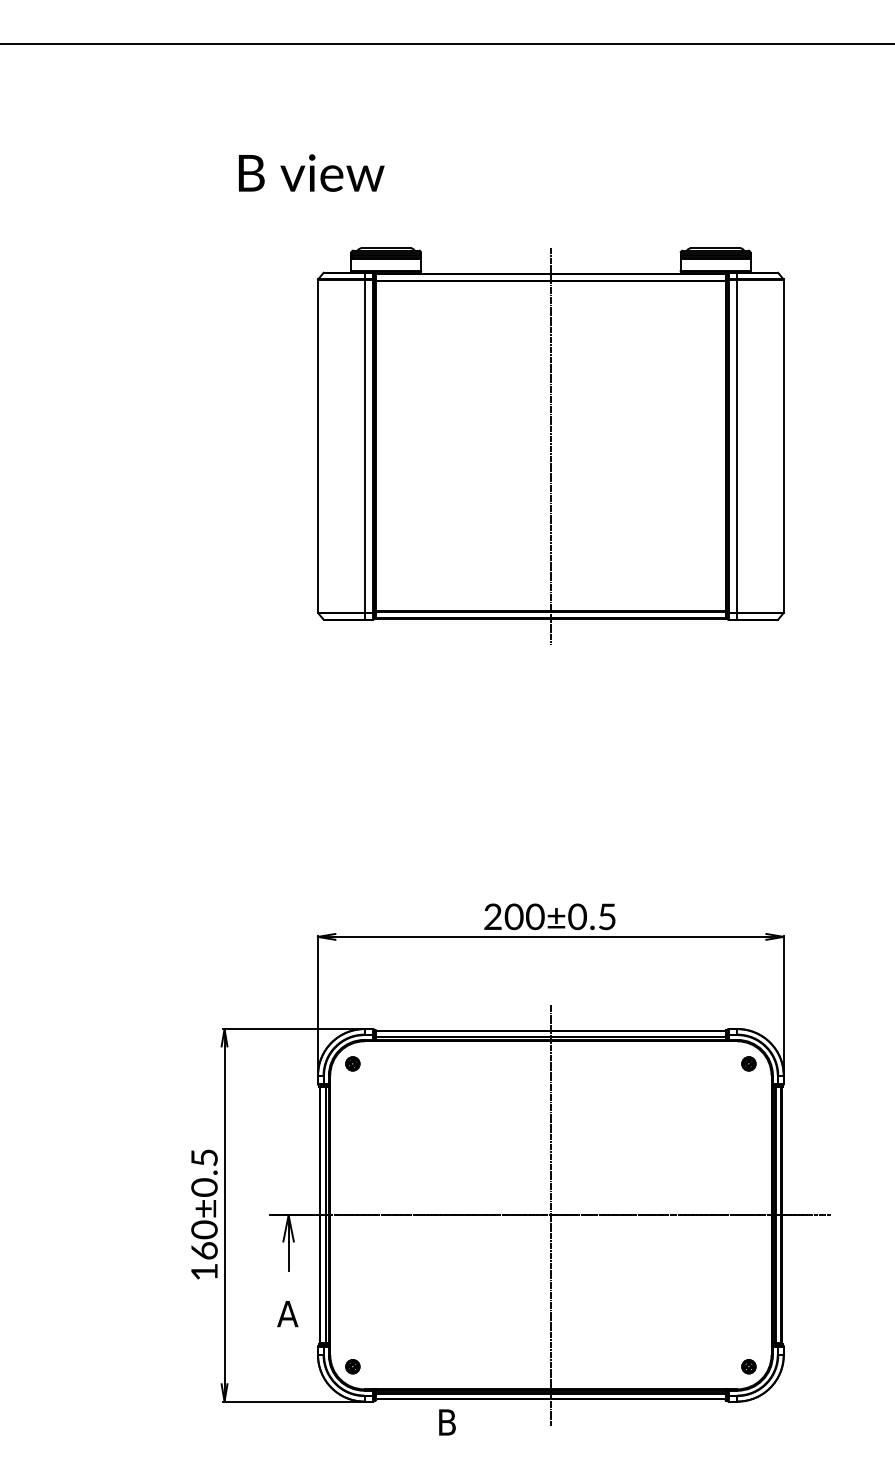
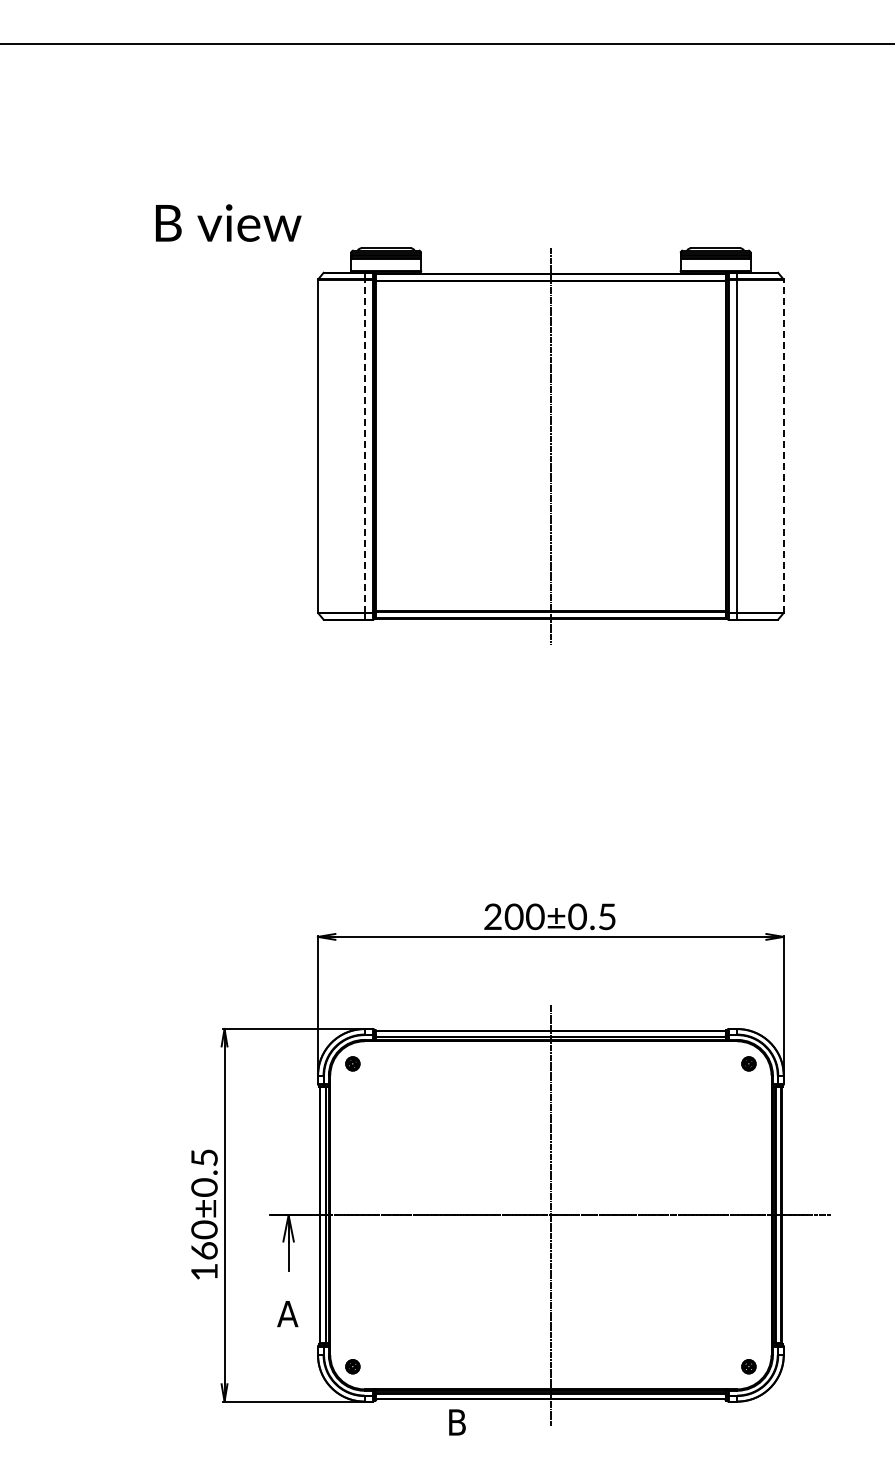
text at (311, 172) position: (311, 172) -> (228, 222)
line at (364, 445): solid -> dashed
line at (783, 445): solid -> dashed
text at (447, 1422) position: (447, 1422) -> (457, 1422)
